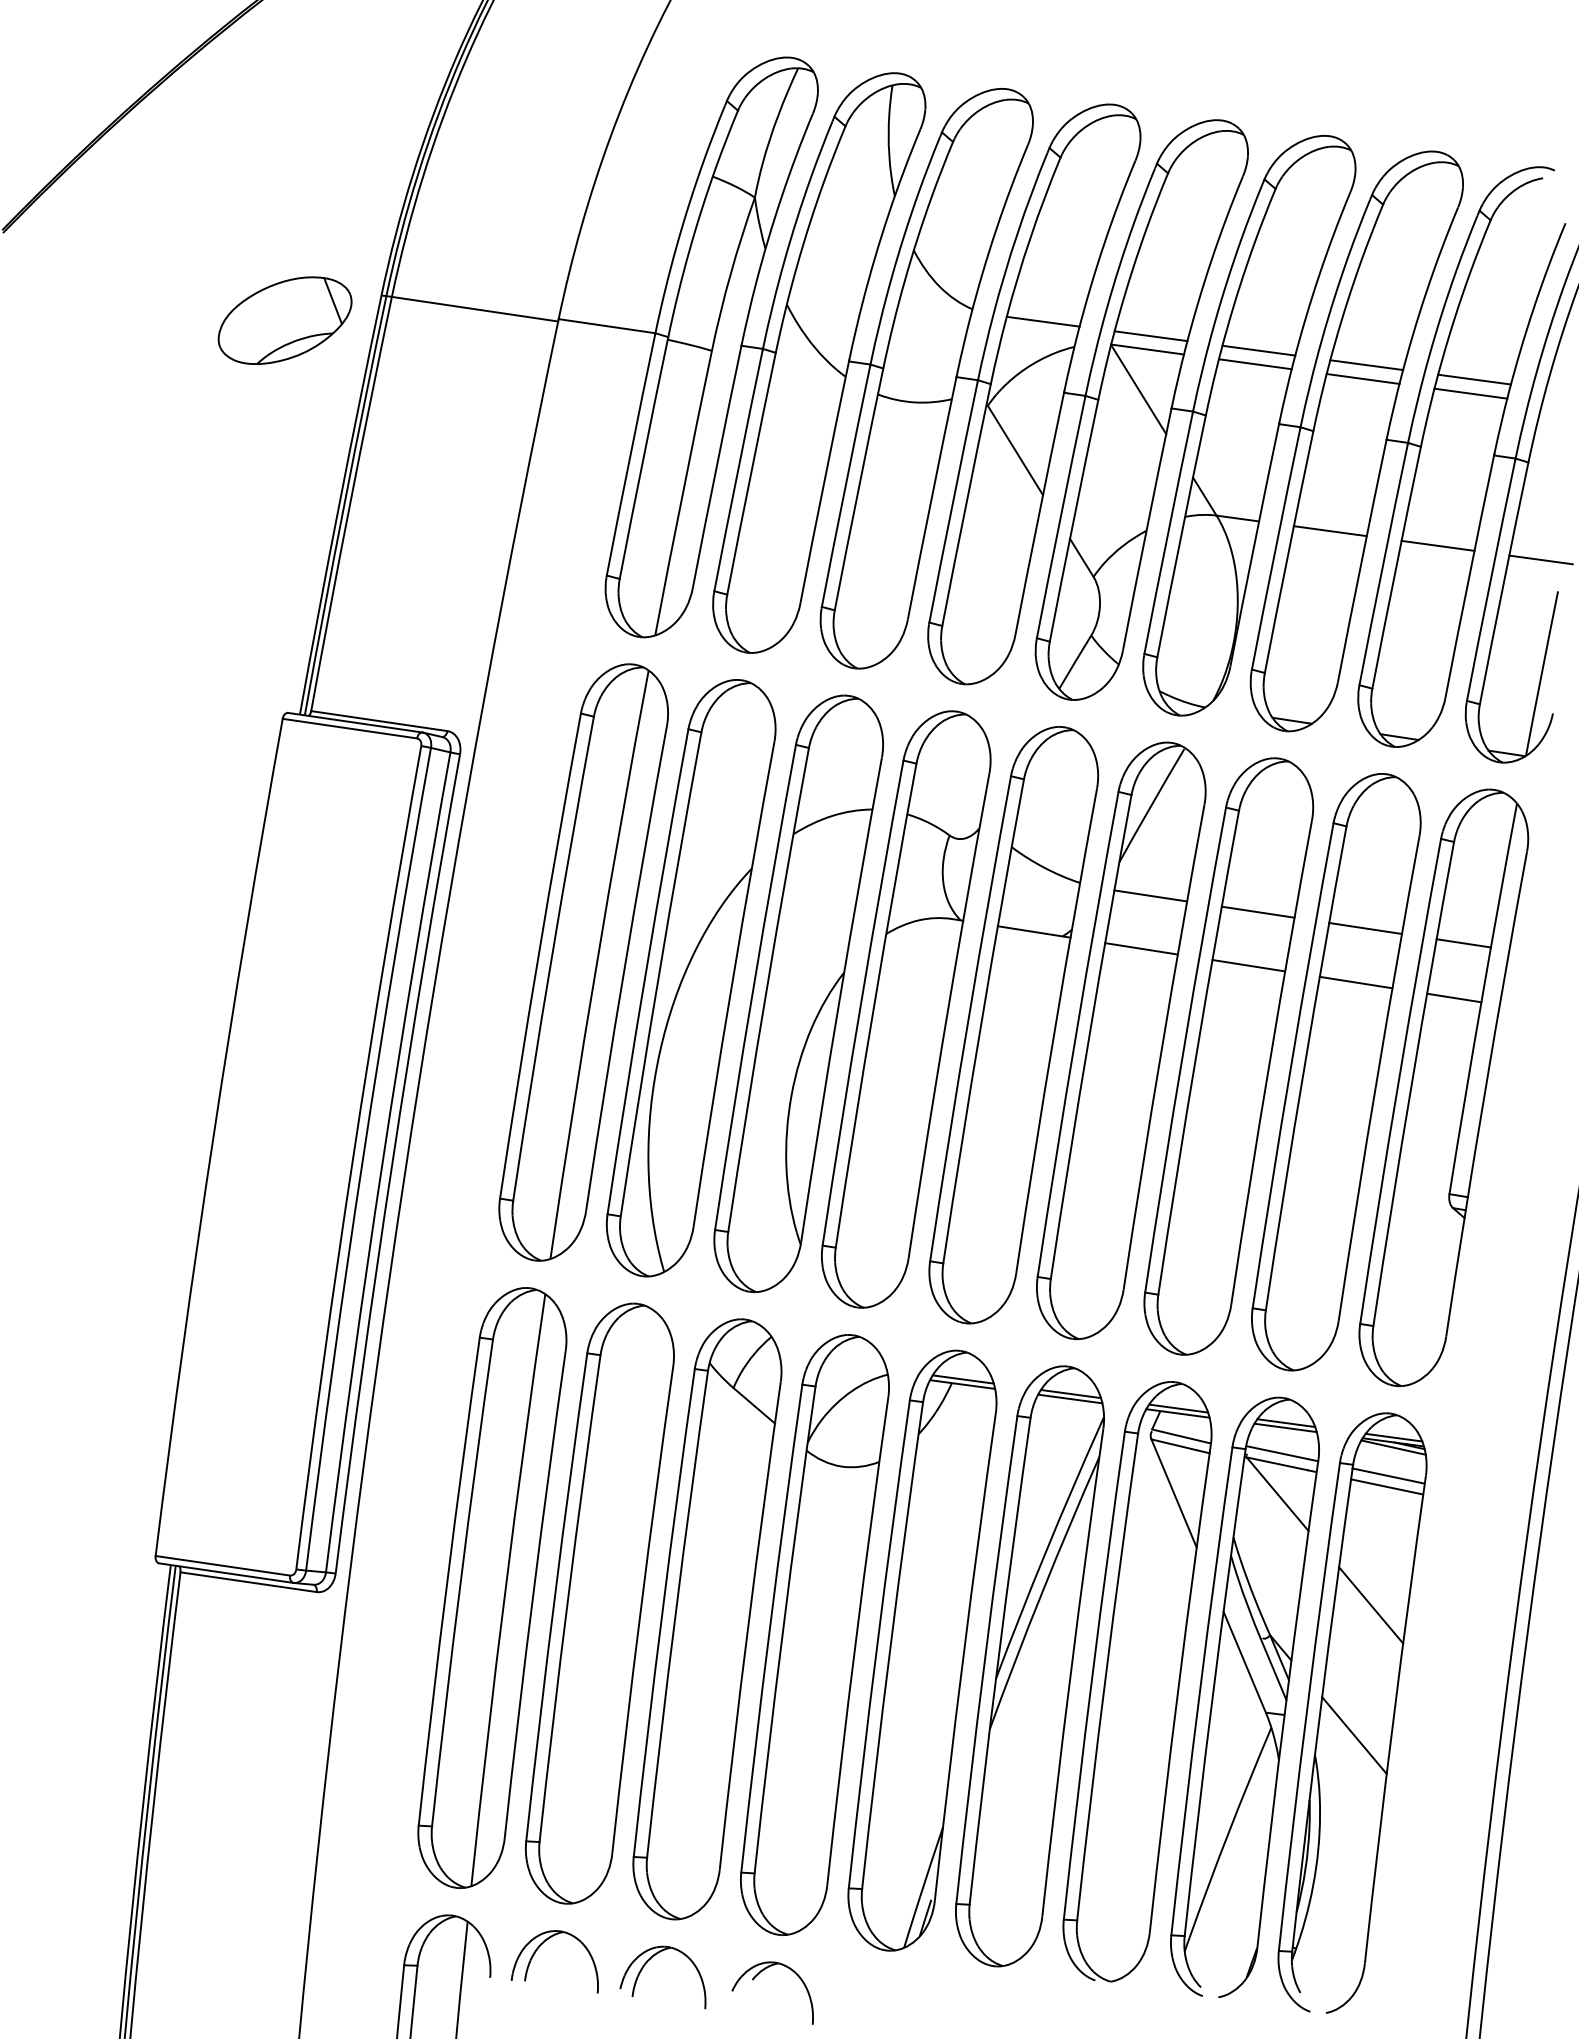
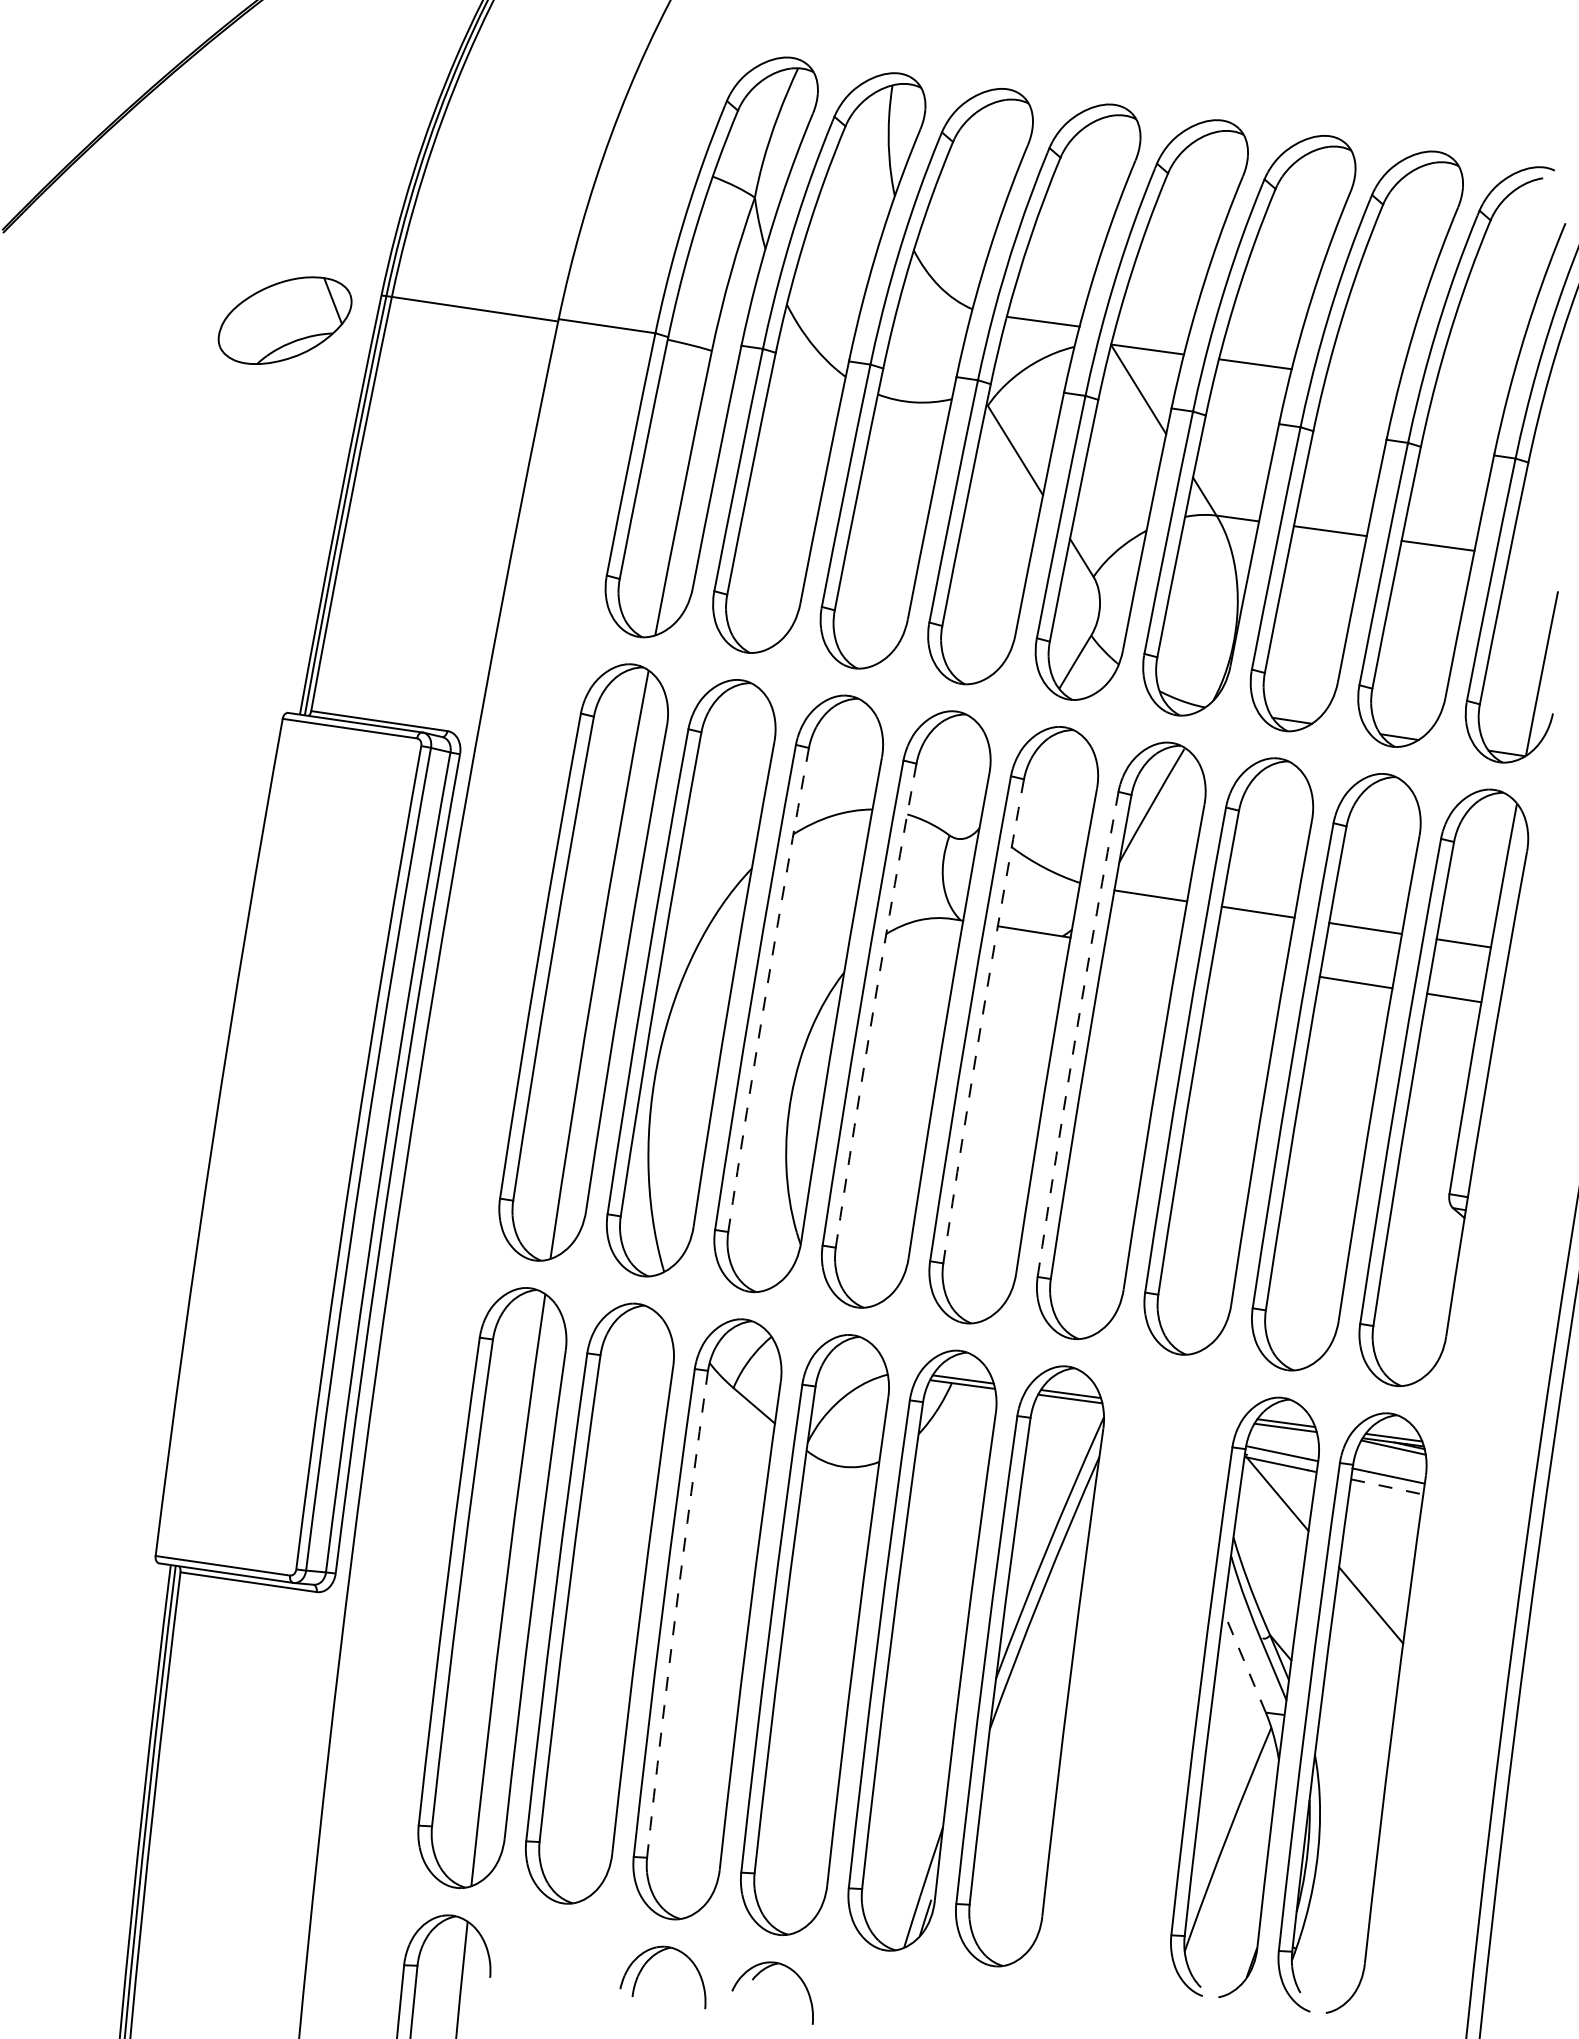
line at (1150, 336): present -> none
line at (1258, 350): present -> none
line at (1366, 365): present -> none
line at (1362, 378): present -> none
line at (1474, 379): present -> none
line at (1470, 393): present -> none
line at (1540, 559): present -> none
line at (1141, 948): present -> none
line at (1248, 965): present -> none
arc at (766, 989): solid -> dashed
arc at (874, 1005): solid -> dashed
arc at (981, 1021): solid -> dashed
arc at (1076, 1034): solid -> dashed
line at (1387, 1486): solid -> dashed
arc at (675, 1614): solid -> dashed
line at (1244, 1662): solid -> dashed
part at (1137, 1681): present -> none
line at (1354, 1735): present -> none
part at (537, 1950): present -> none
